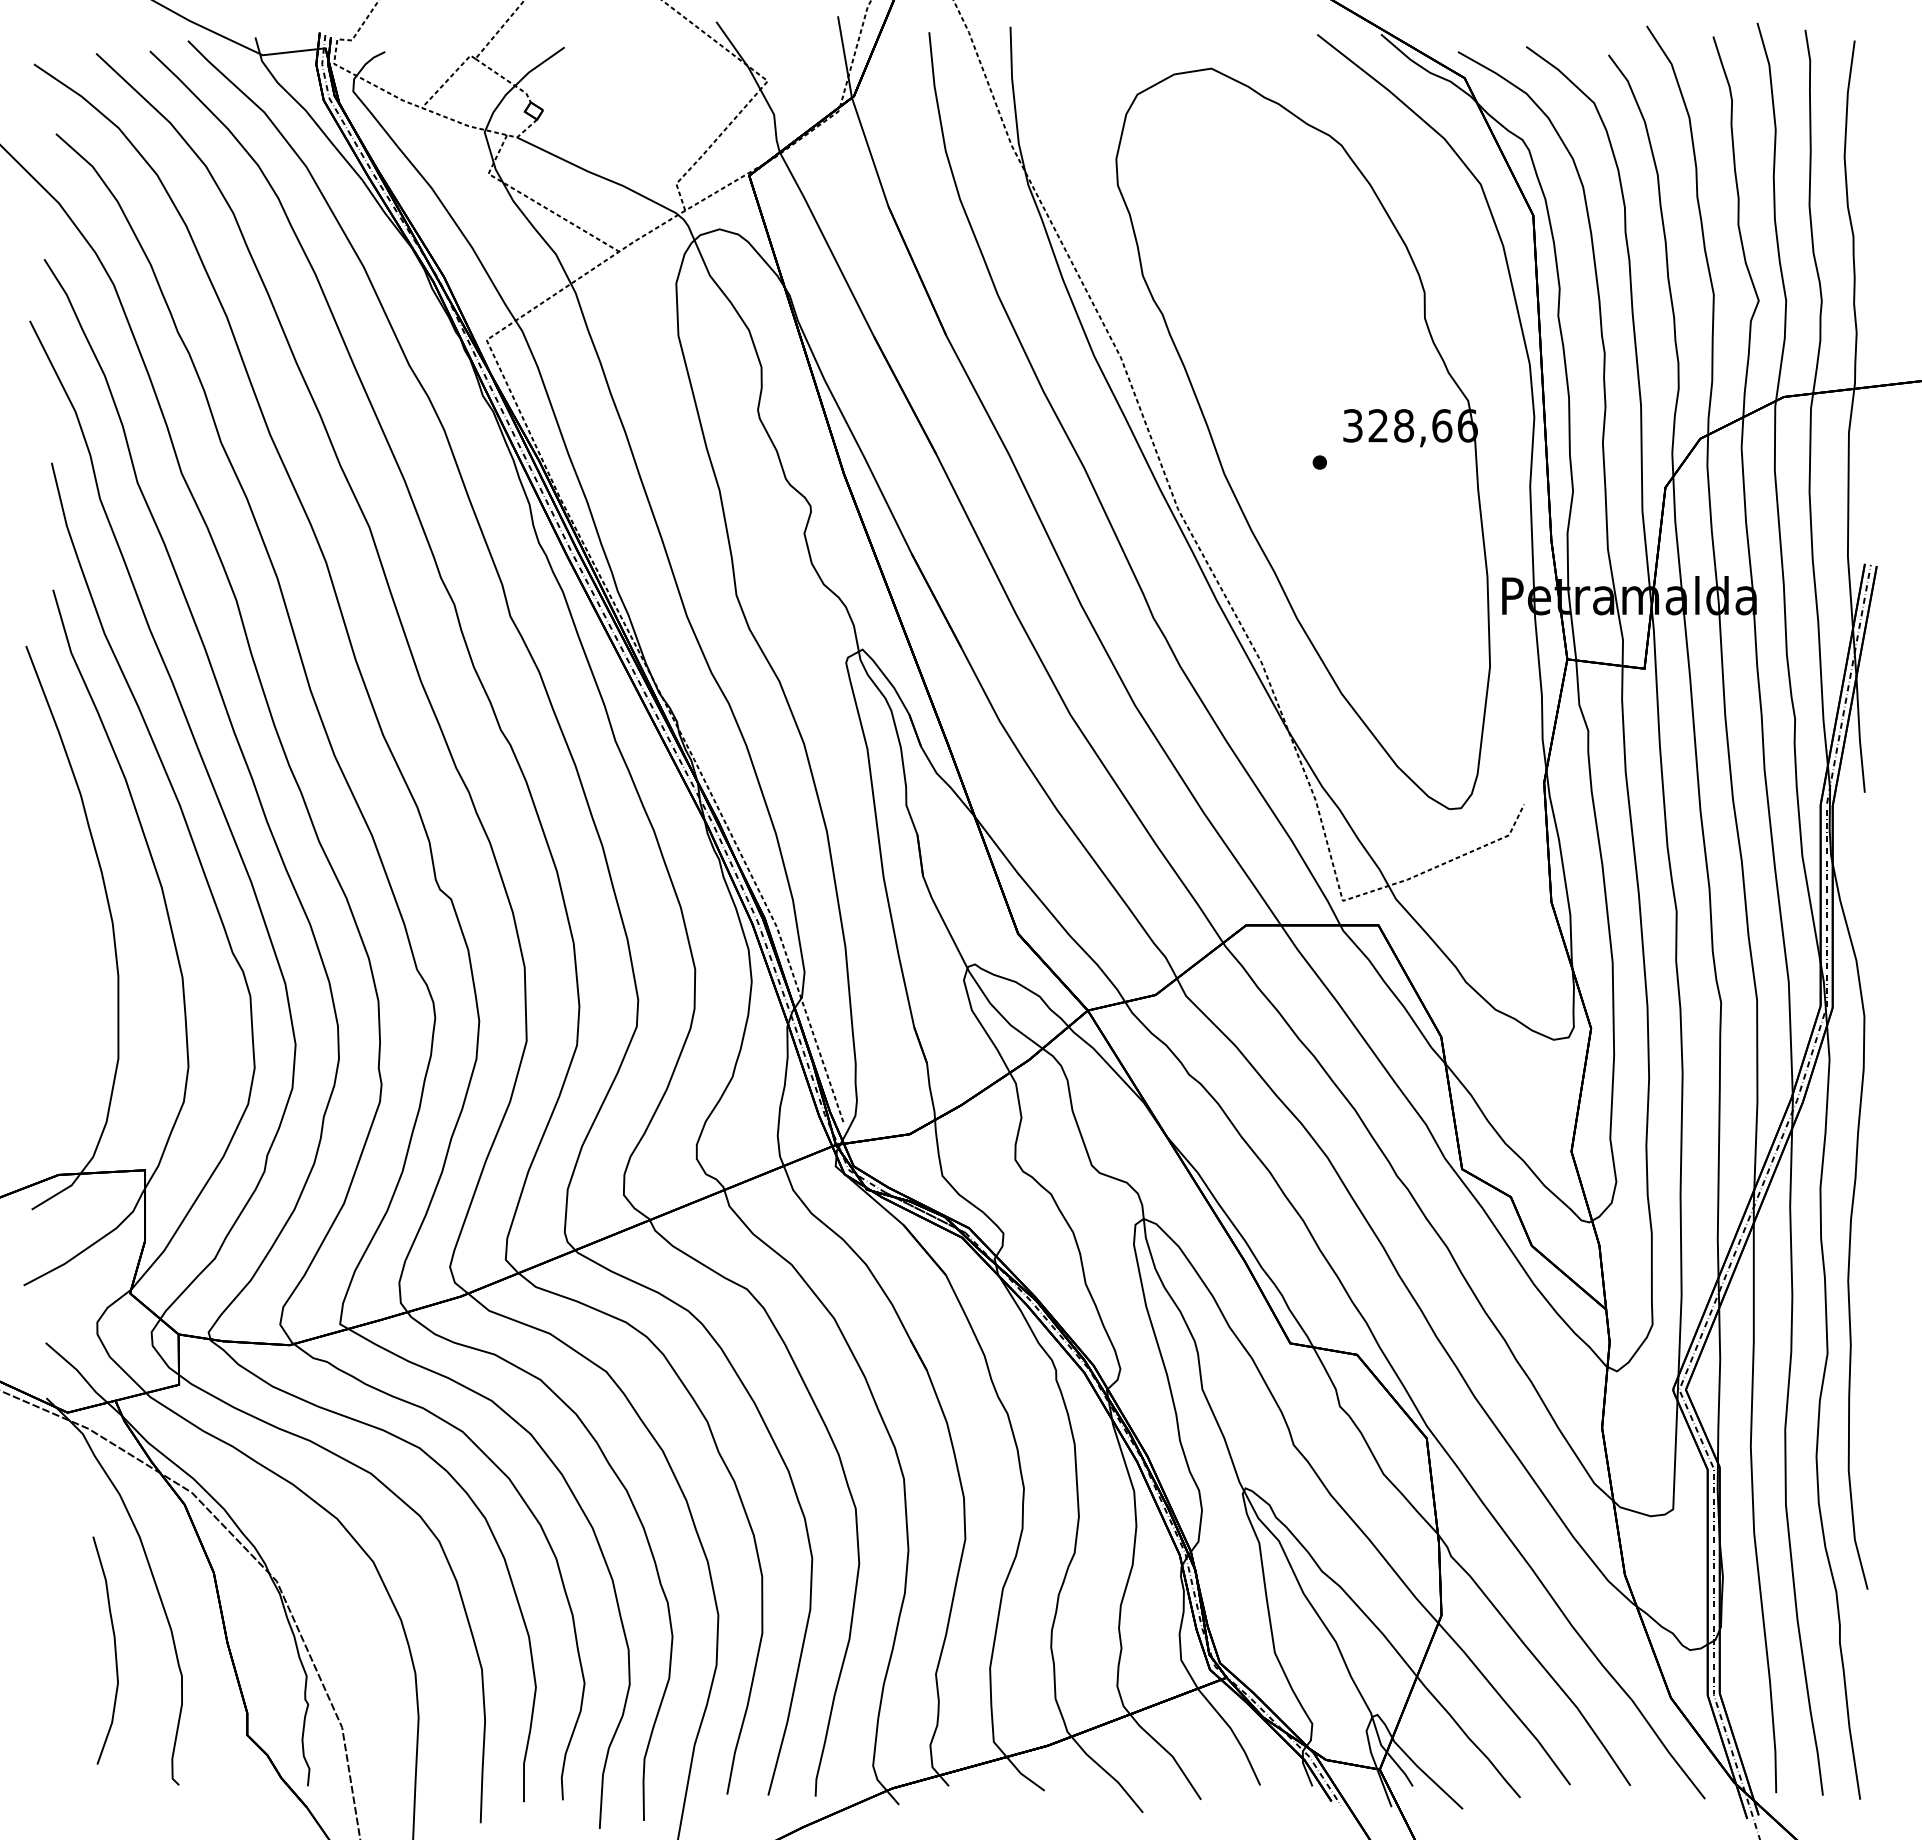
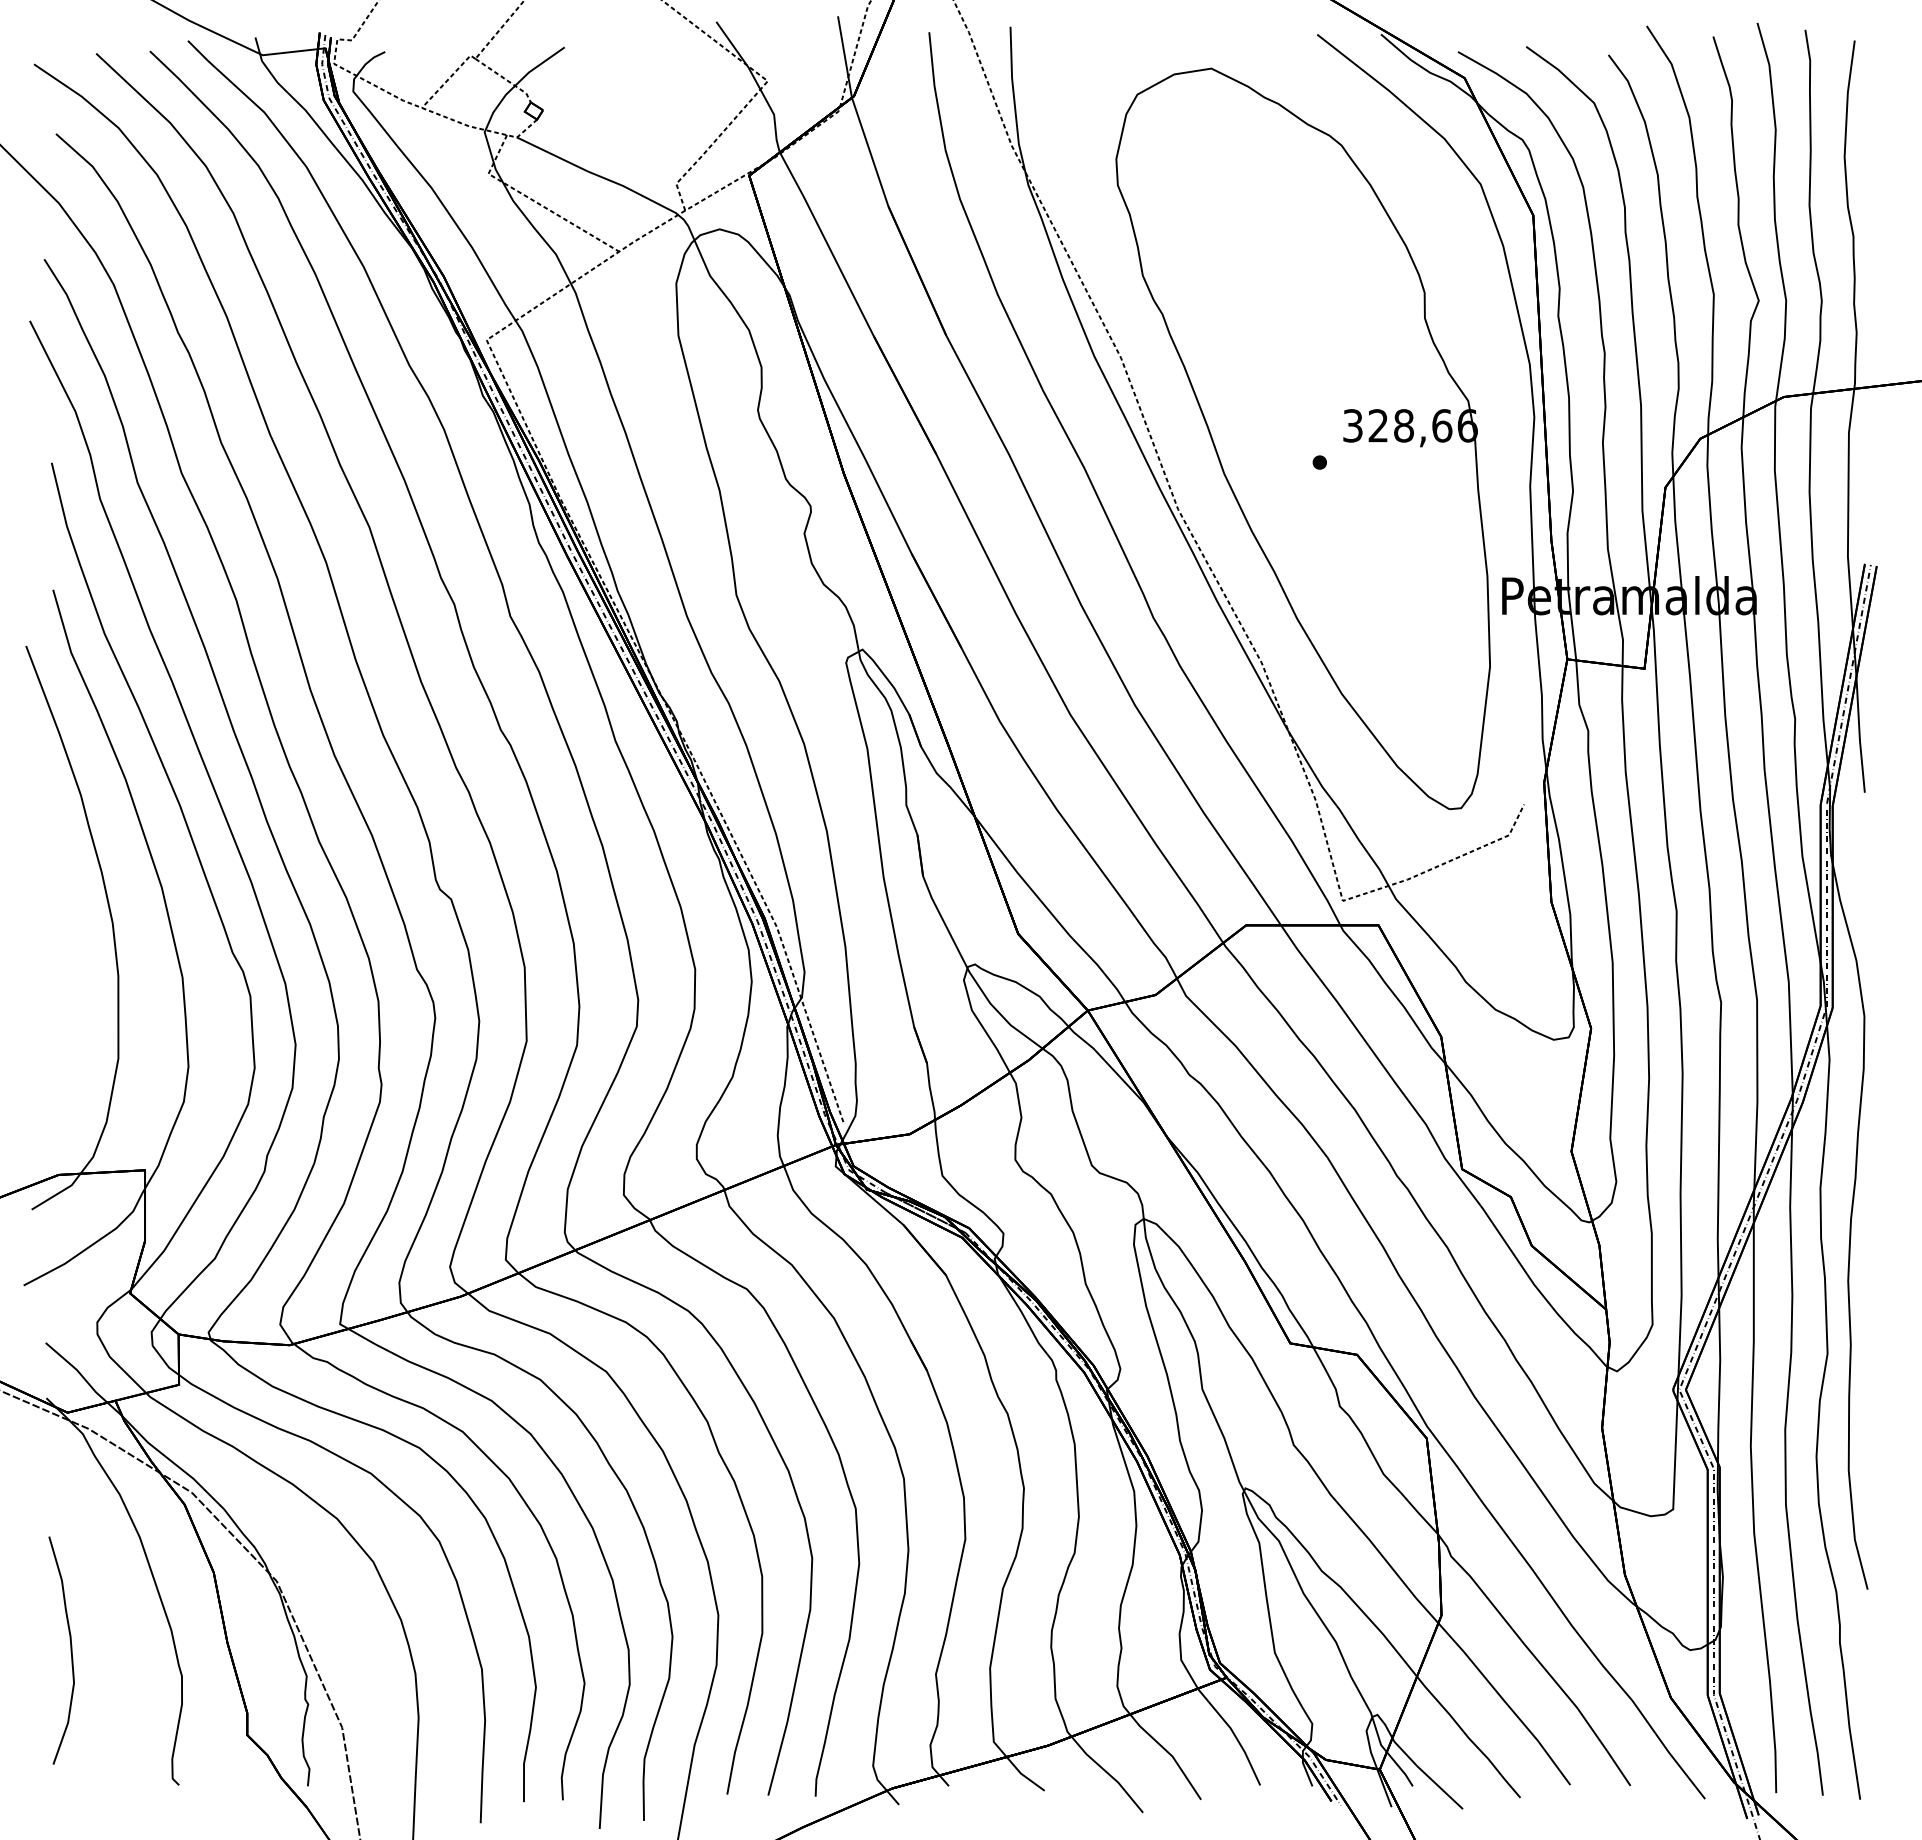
curve at (114, 1650) position: (114, 1650) -> (70, 1650)
